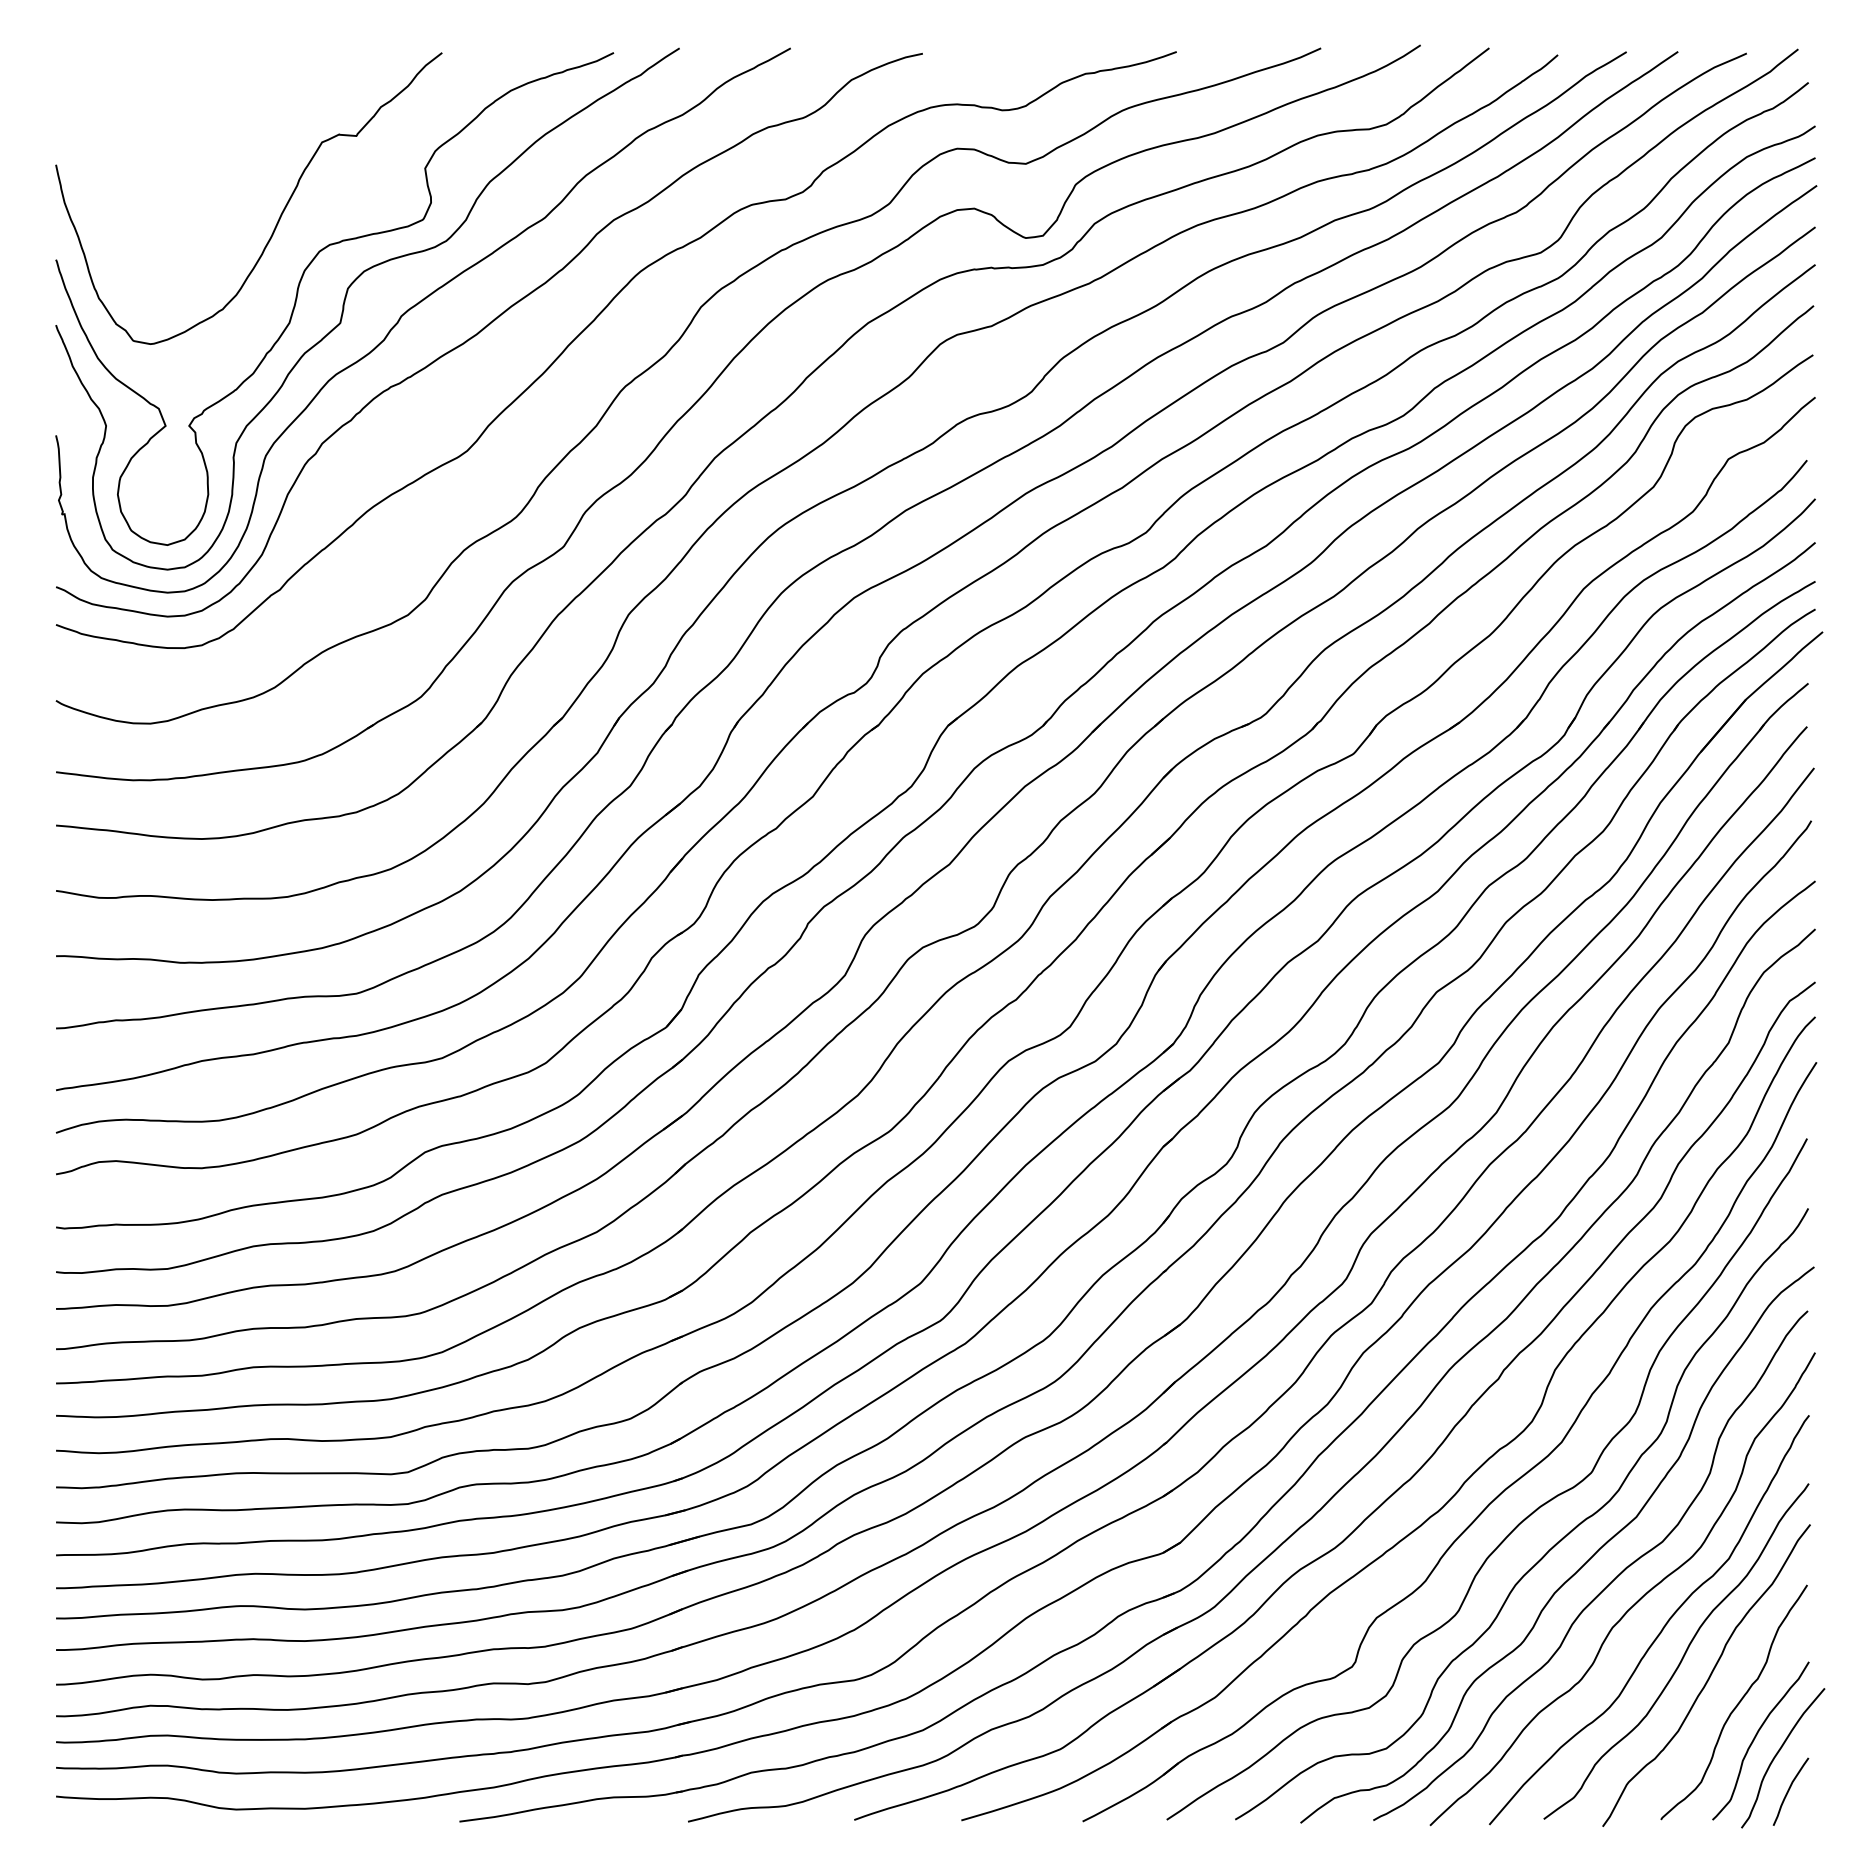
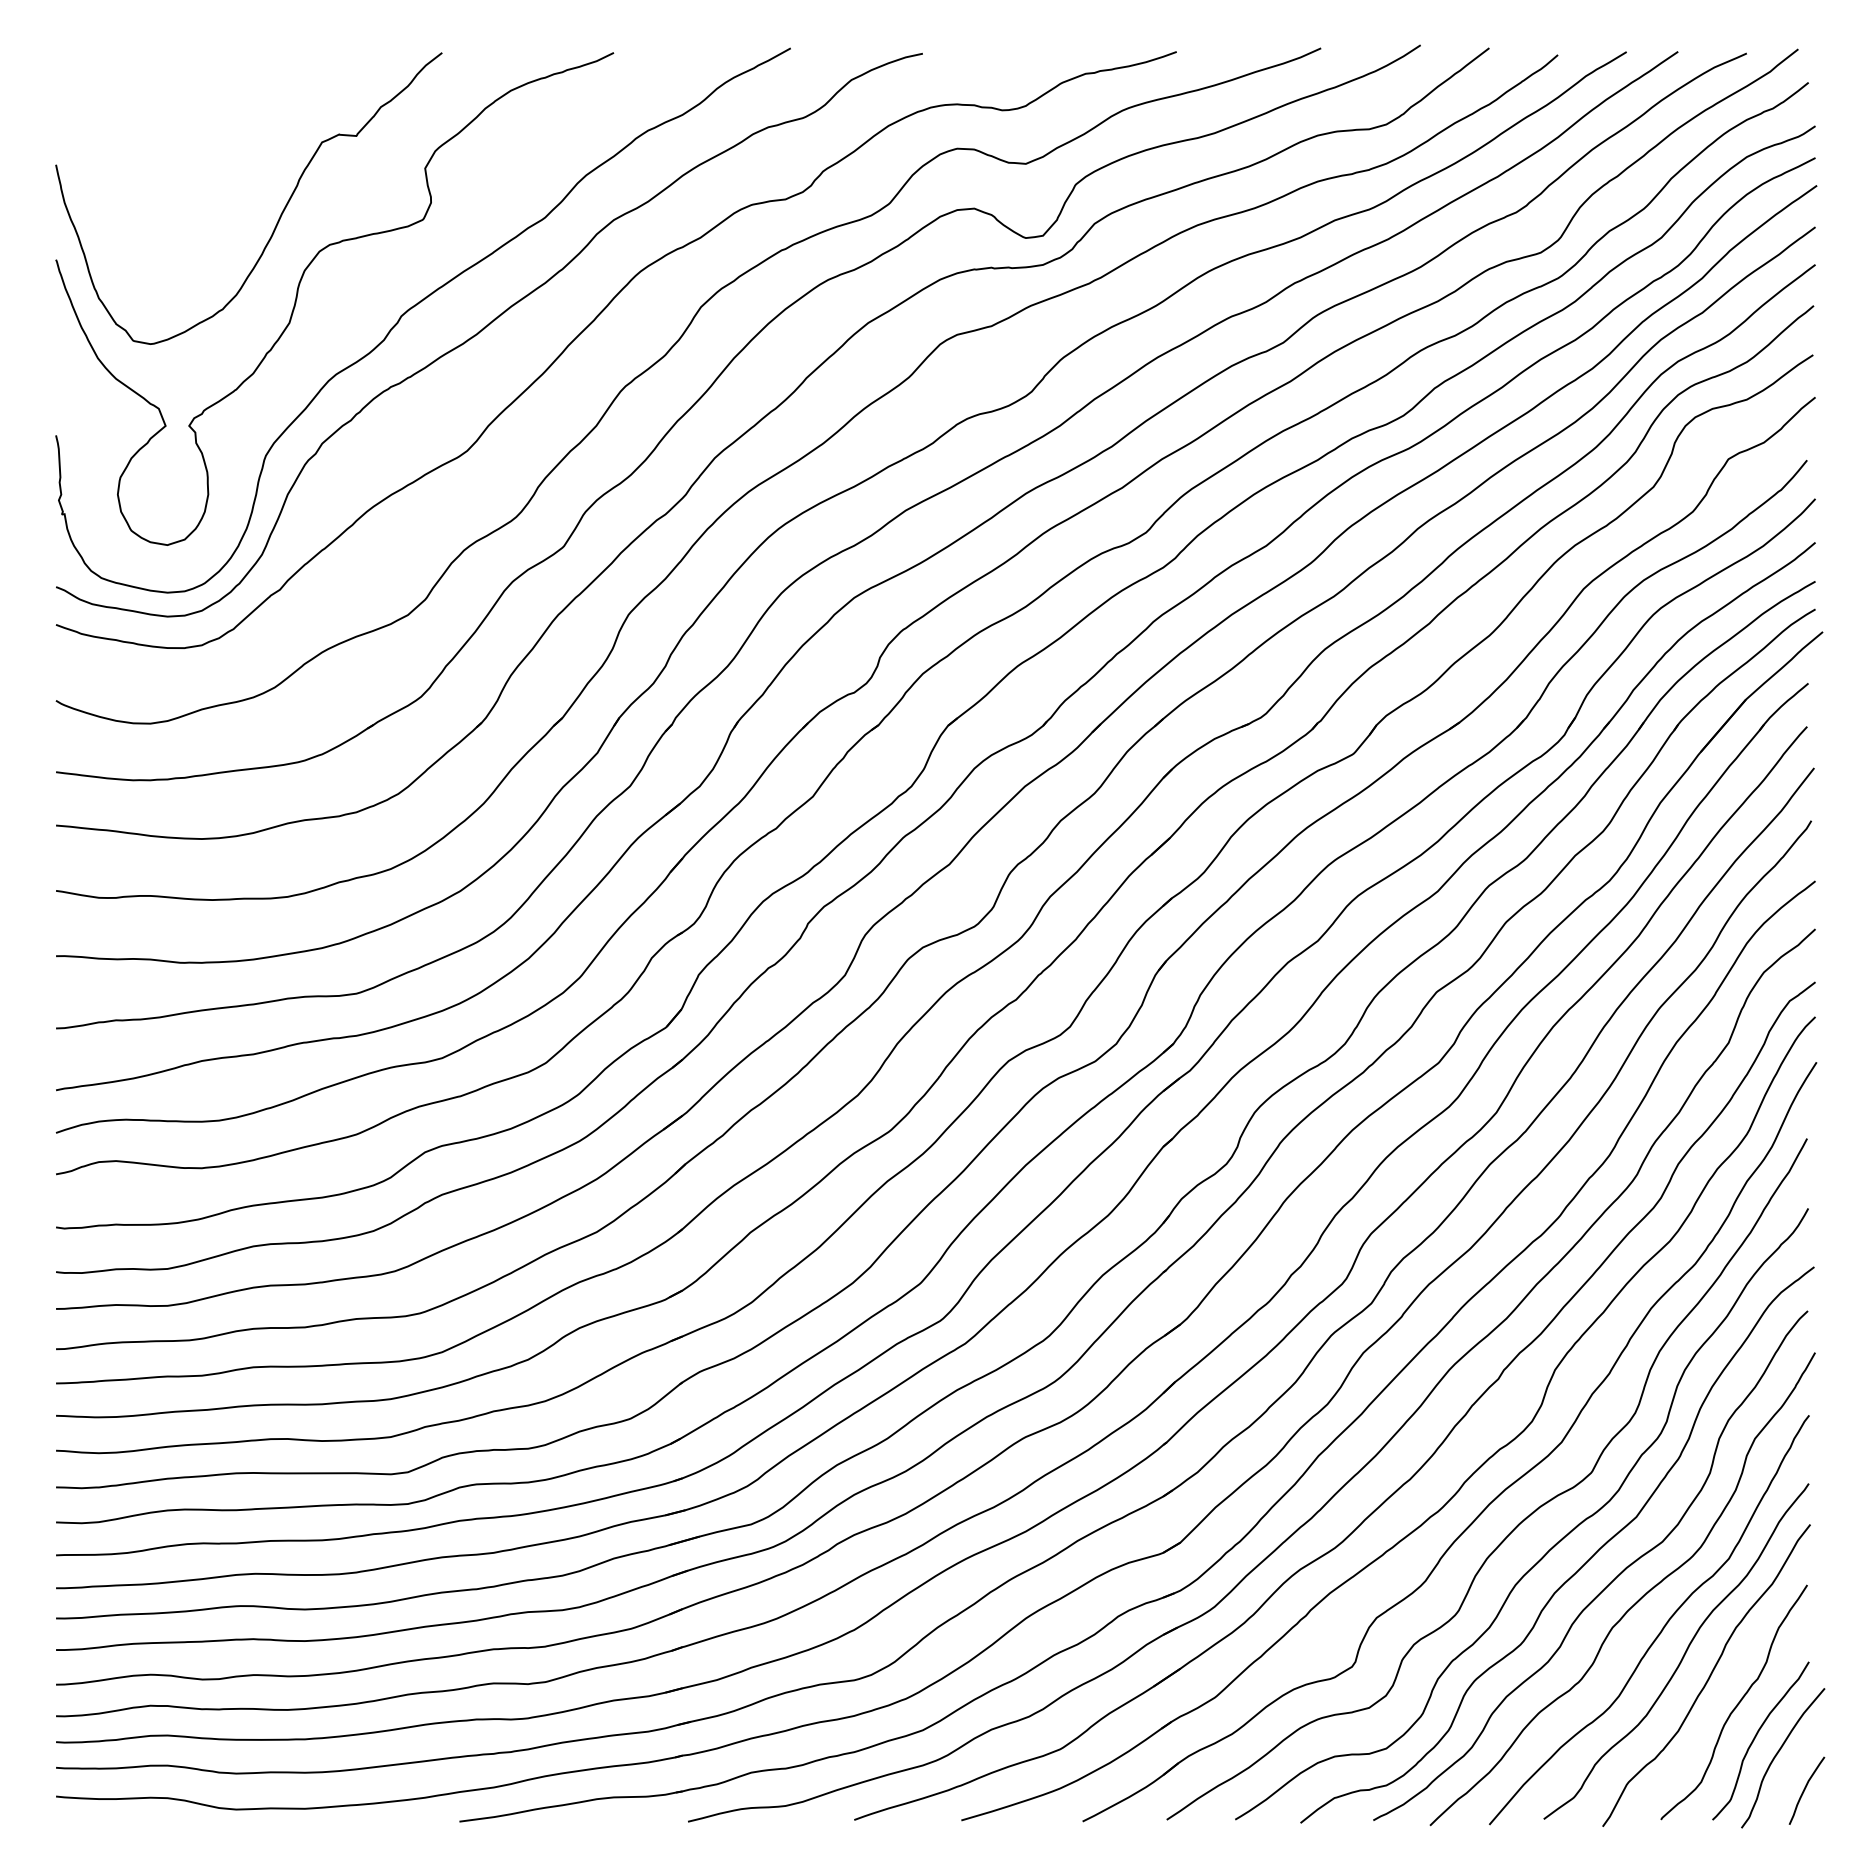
curve at (345, 302): present -> none
curve at (1789, 1791) position: (1789, 1791) -> (1805, 1790)
